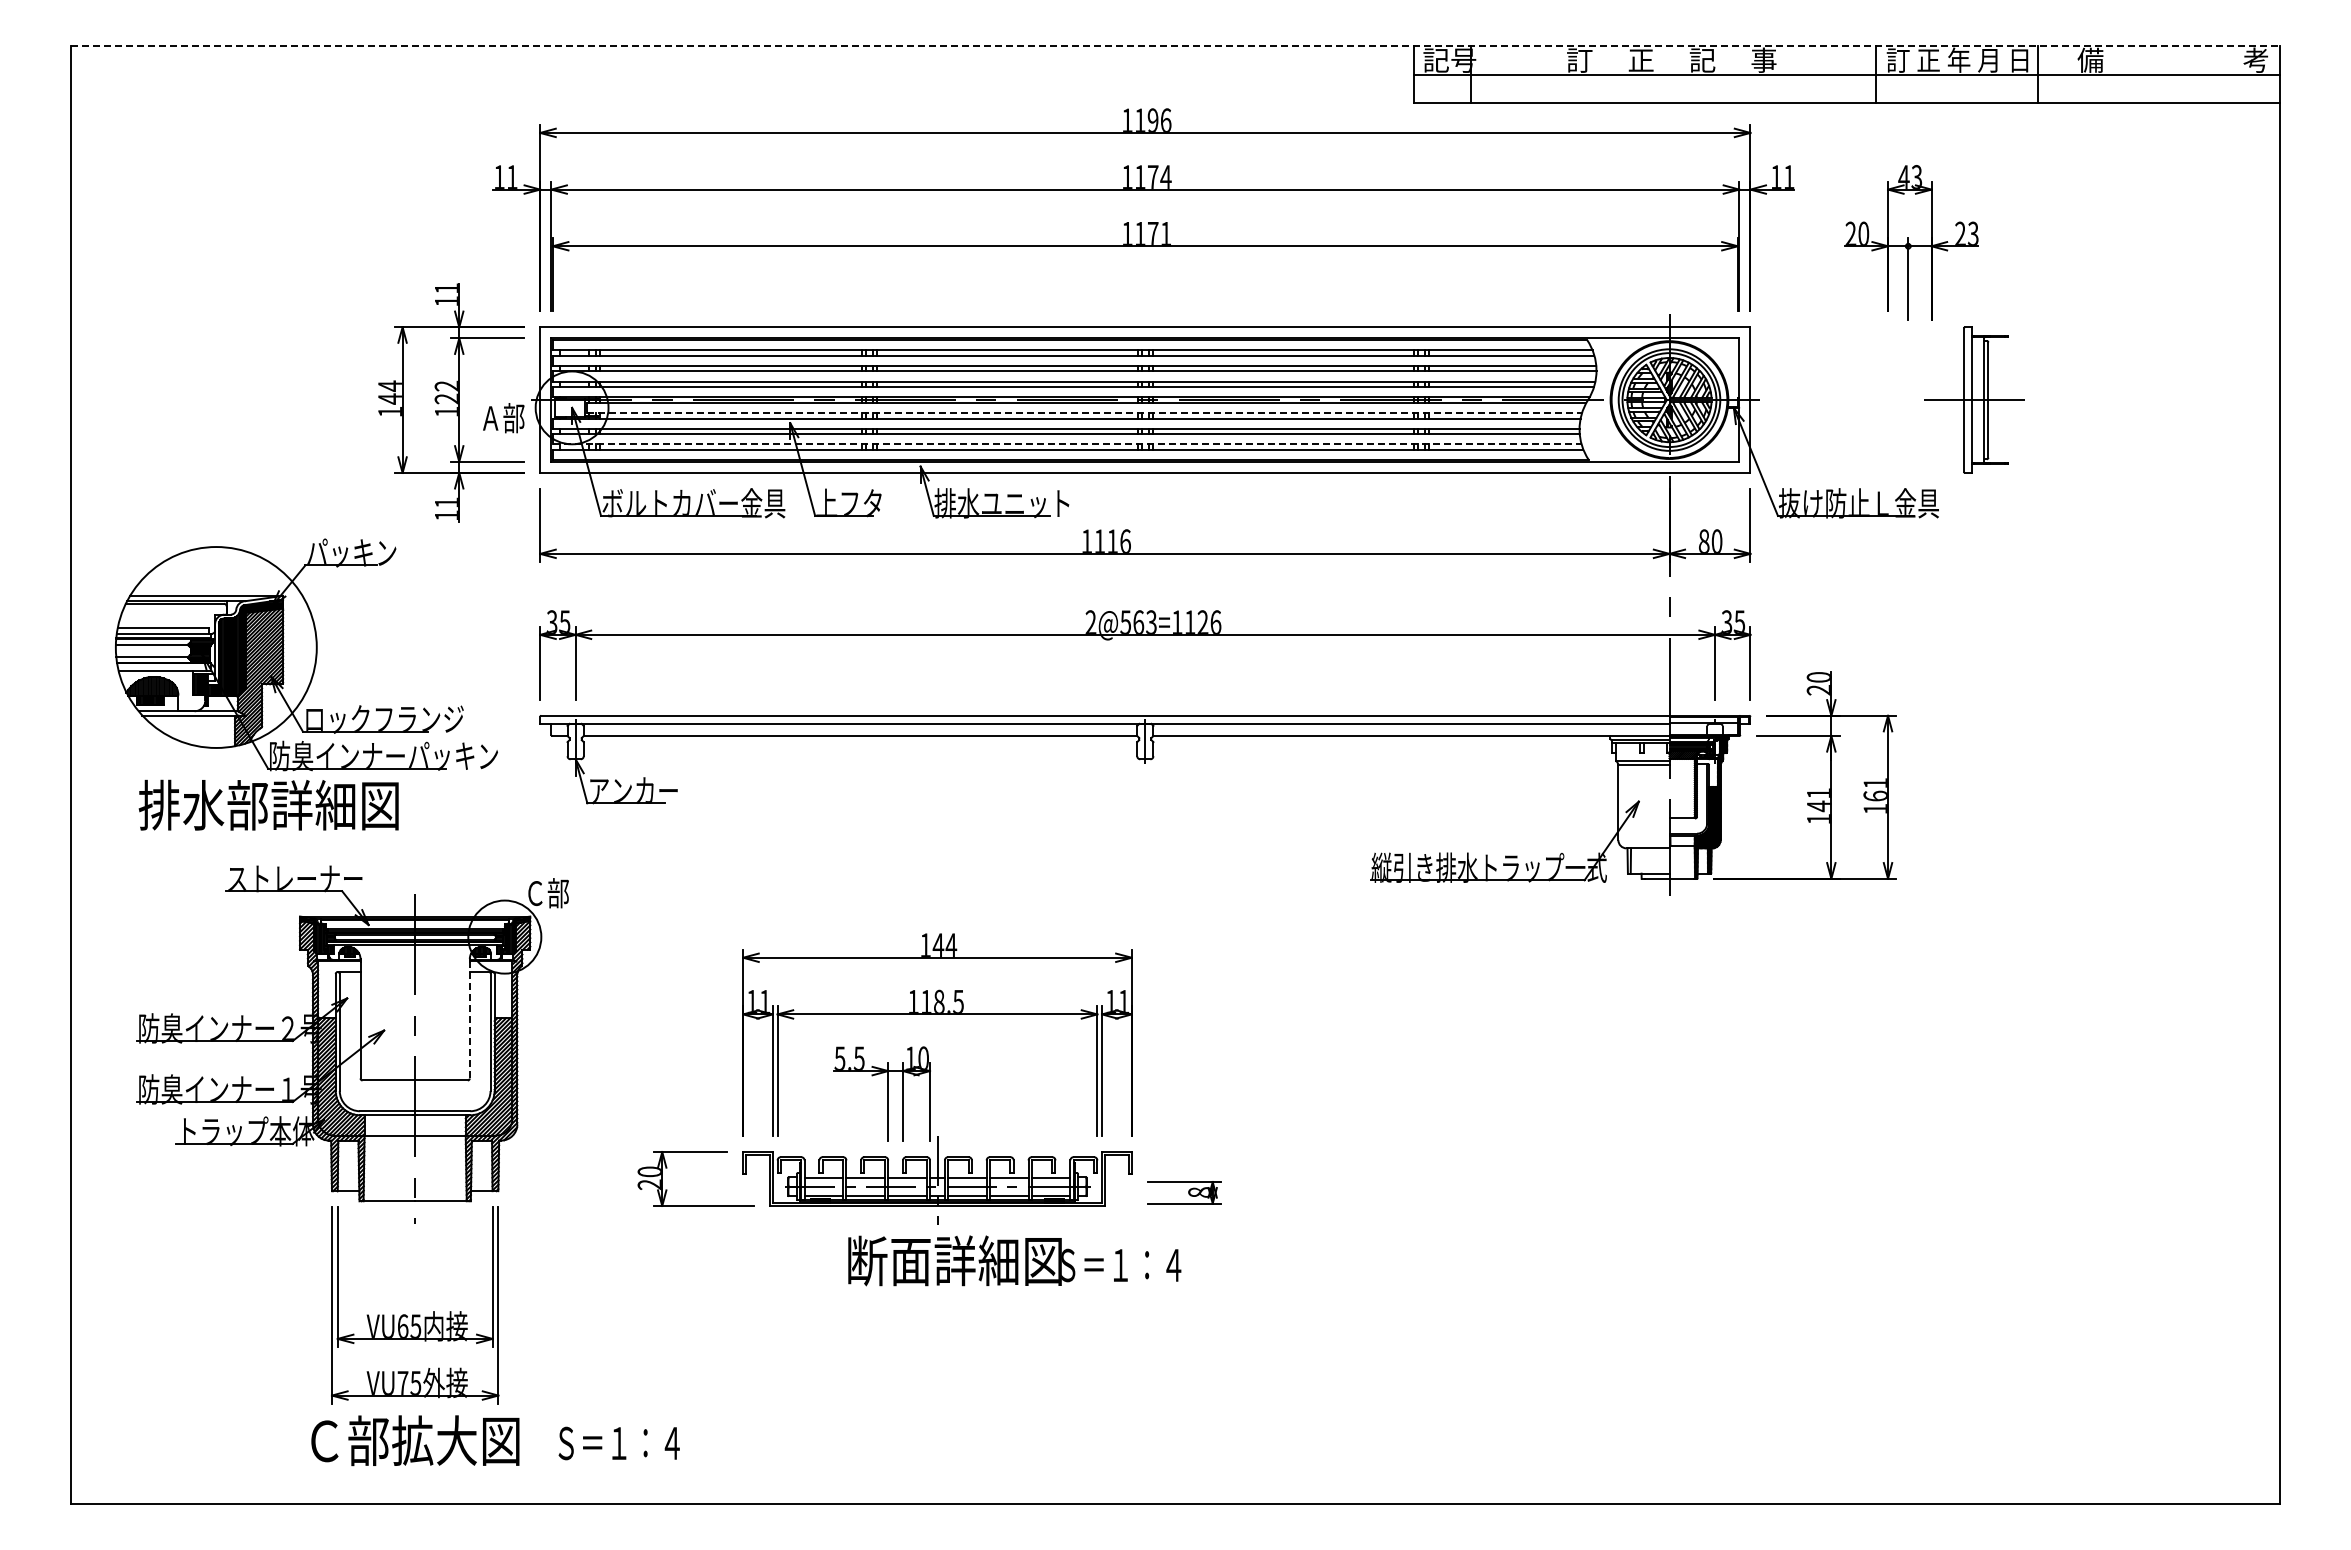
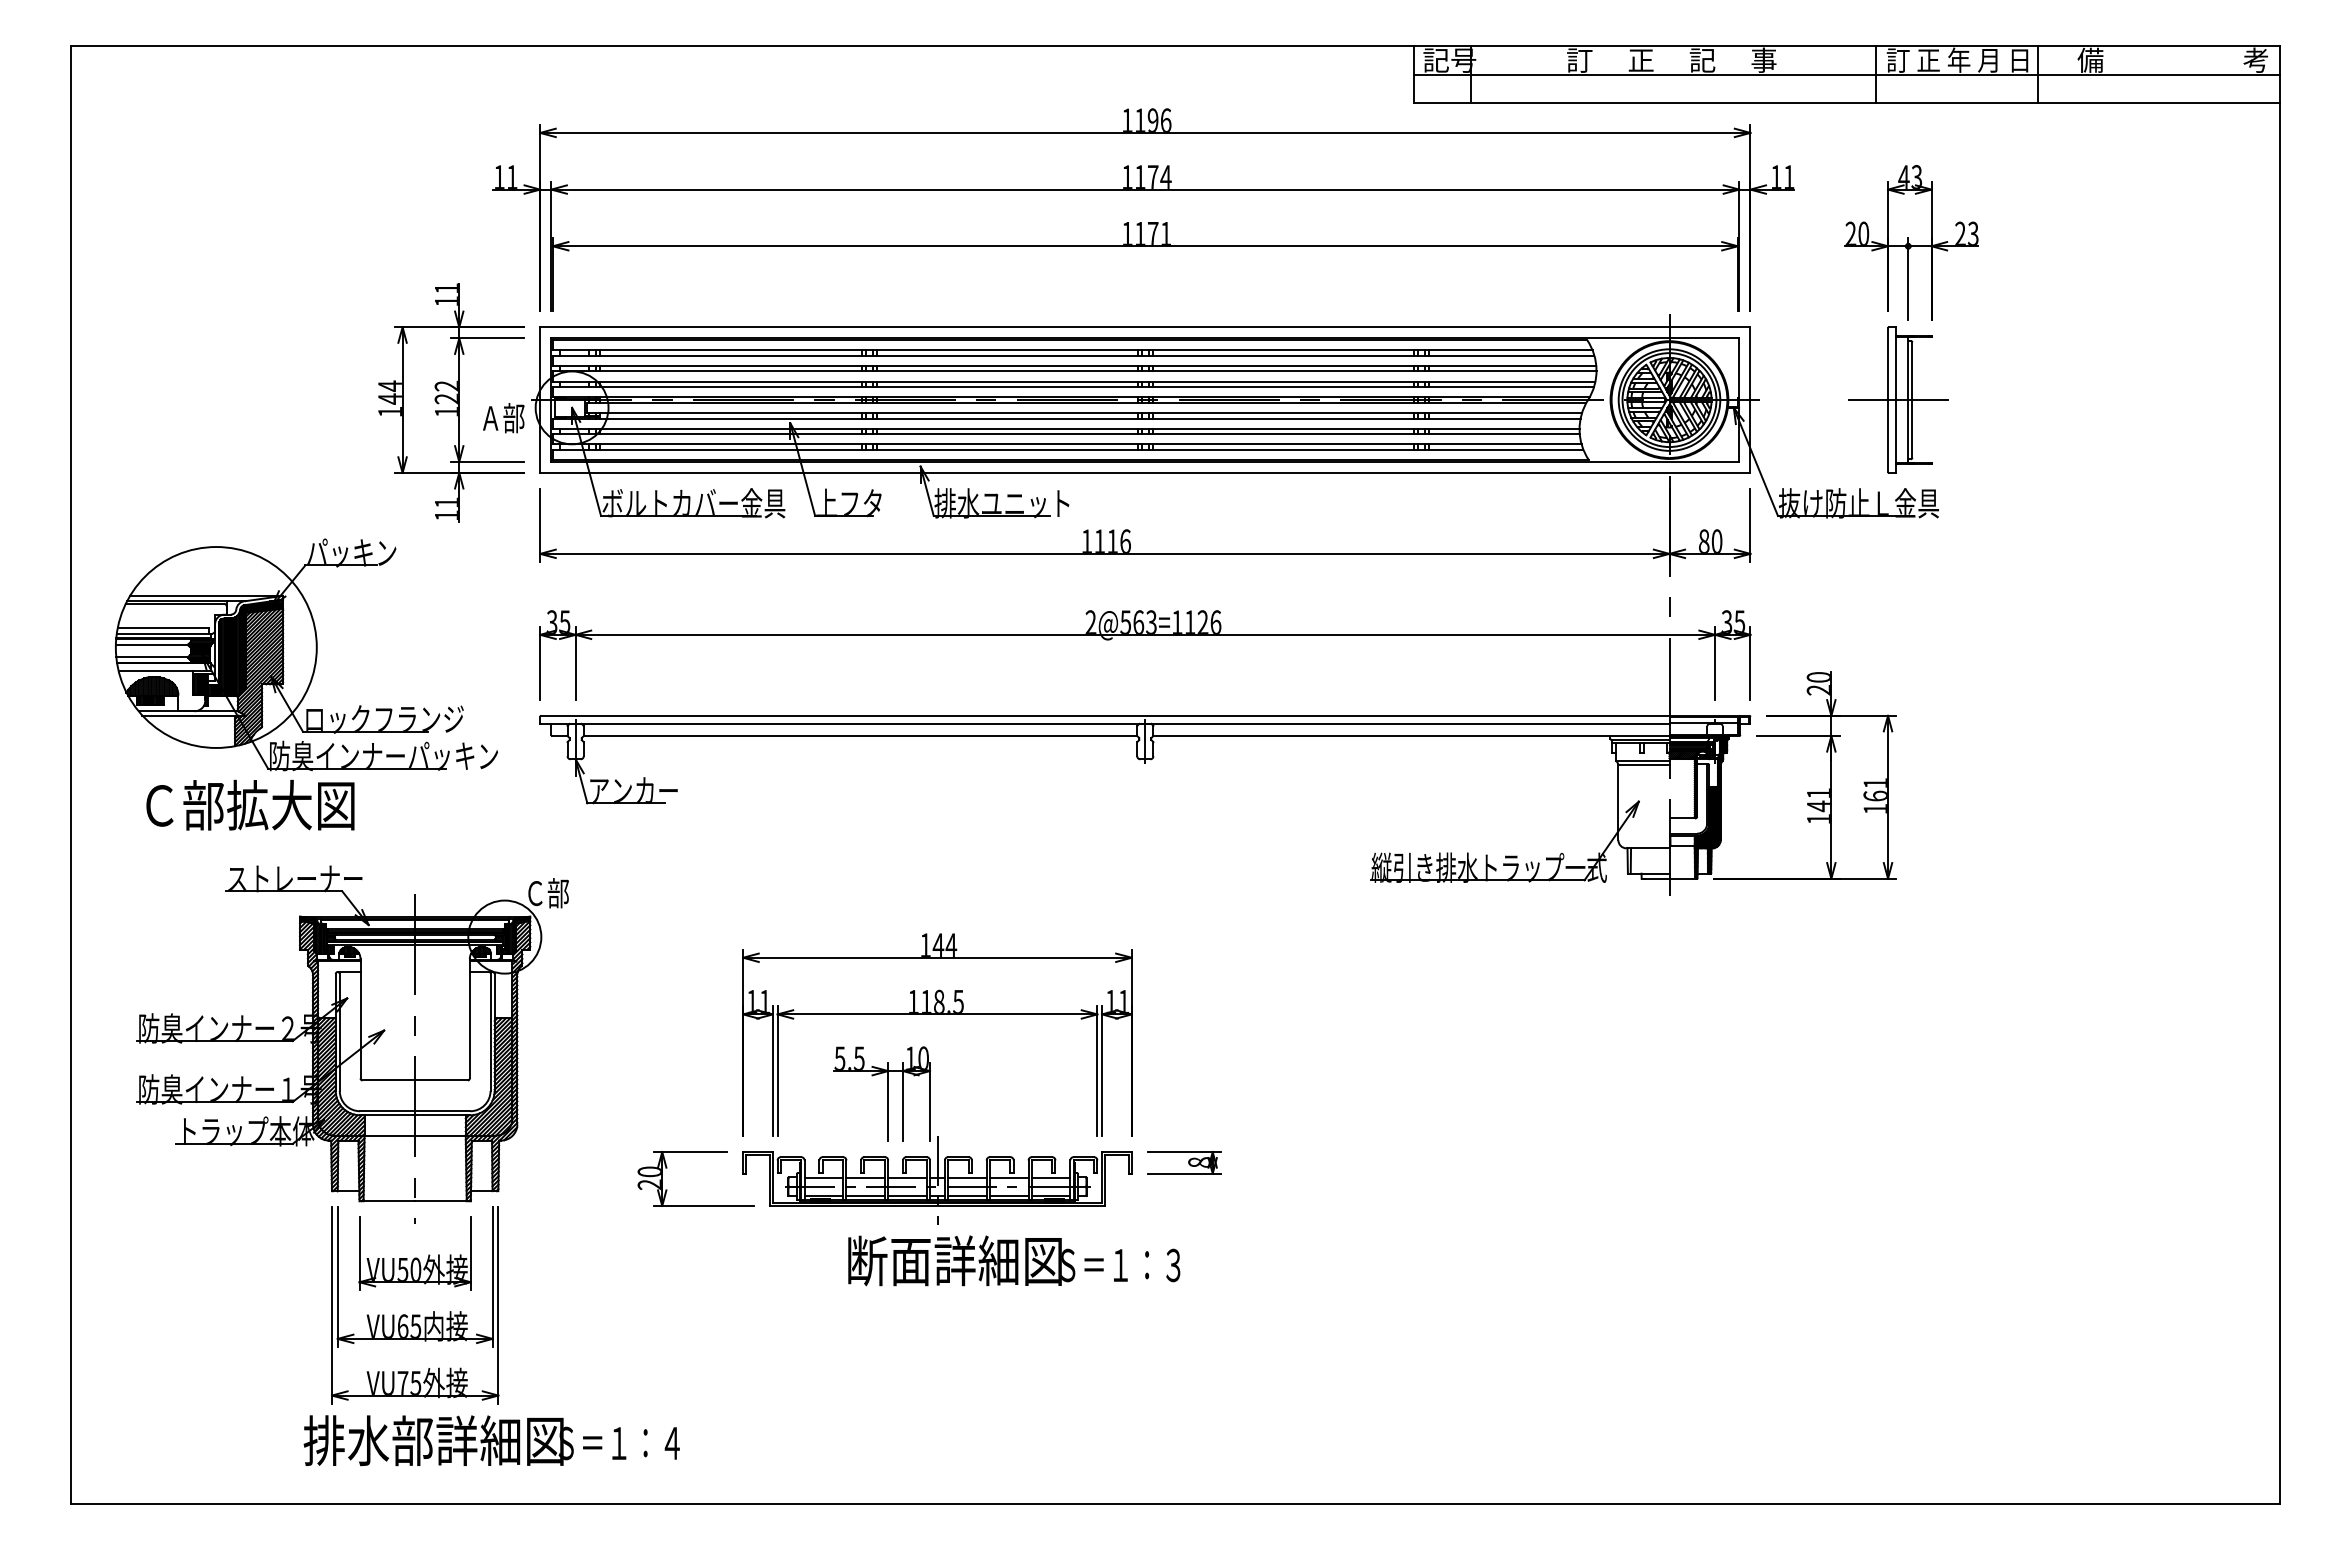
line at (1175, 46): dashed -> solid
part at (1974, 399) position: (1974, 399) -> (1898, 399)
line at (1085, 412): dashed -> solid
line at (1067, 444): dashed -> solid
text at (268, 804): 排水部詳細図 -> Ｃ部拡大図
line at (469, 1018): dashed -> solid
part at (1184, 1192) position: (1184, 1192) -> (1184, 1162)
part at (414, 1253): none -> present
text at (1173, 1265): Ｓ＝１：４ -> Ｓ＝１：３
text at (433, 1440): Ｃ部拡大図 -> 排水部詳細図
